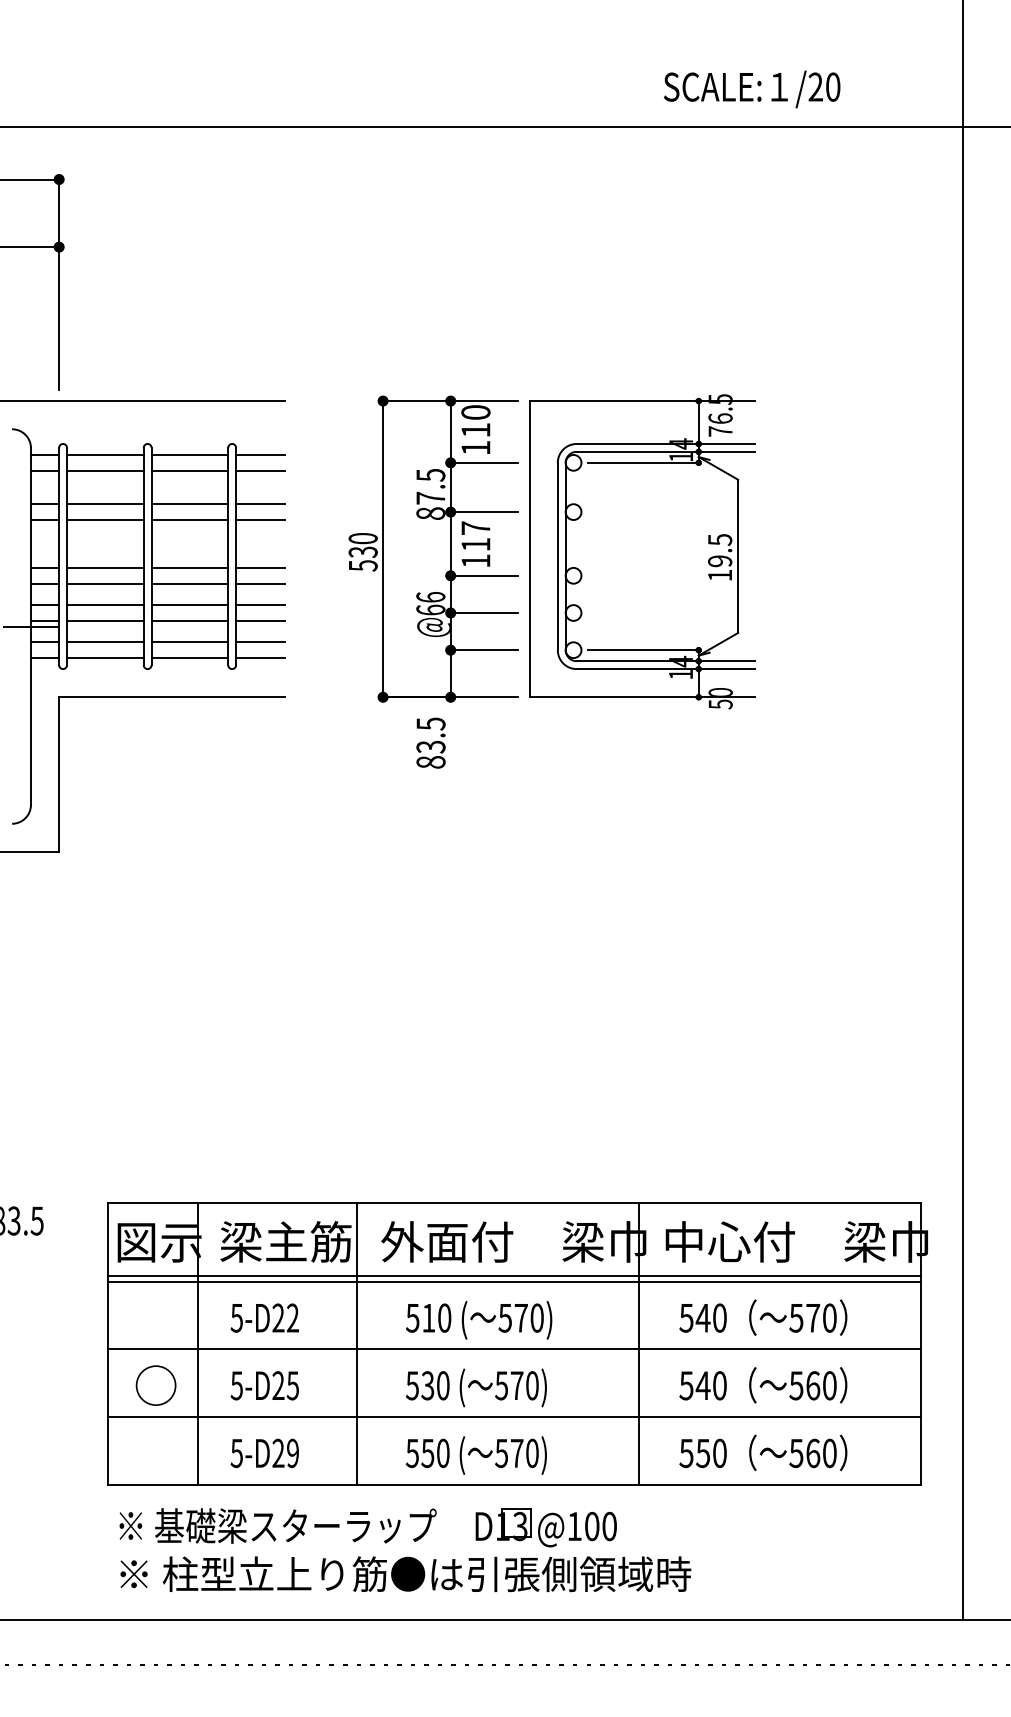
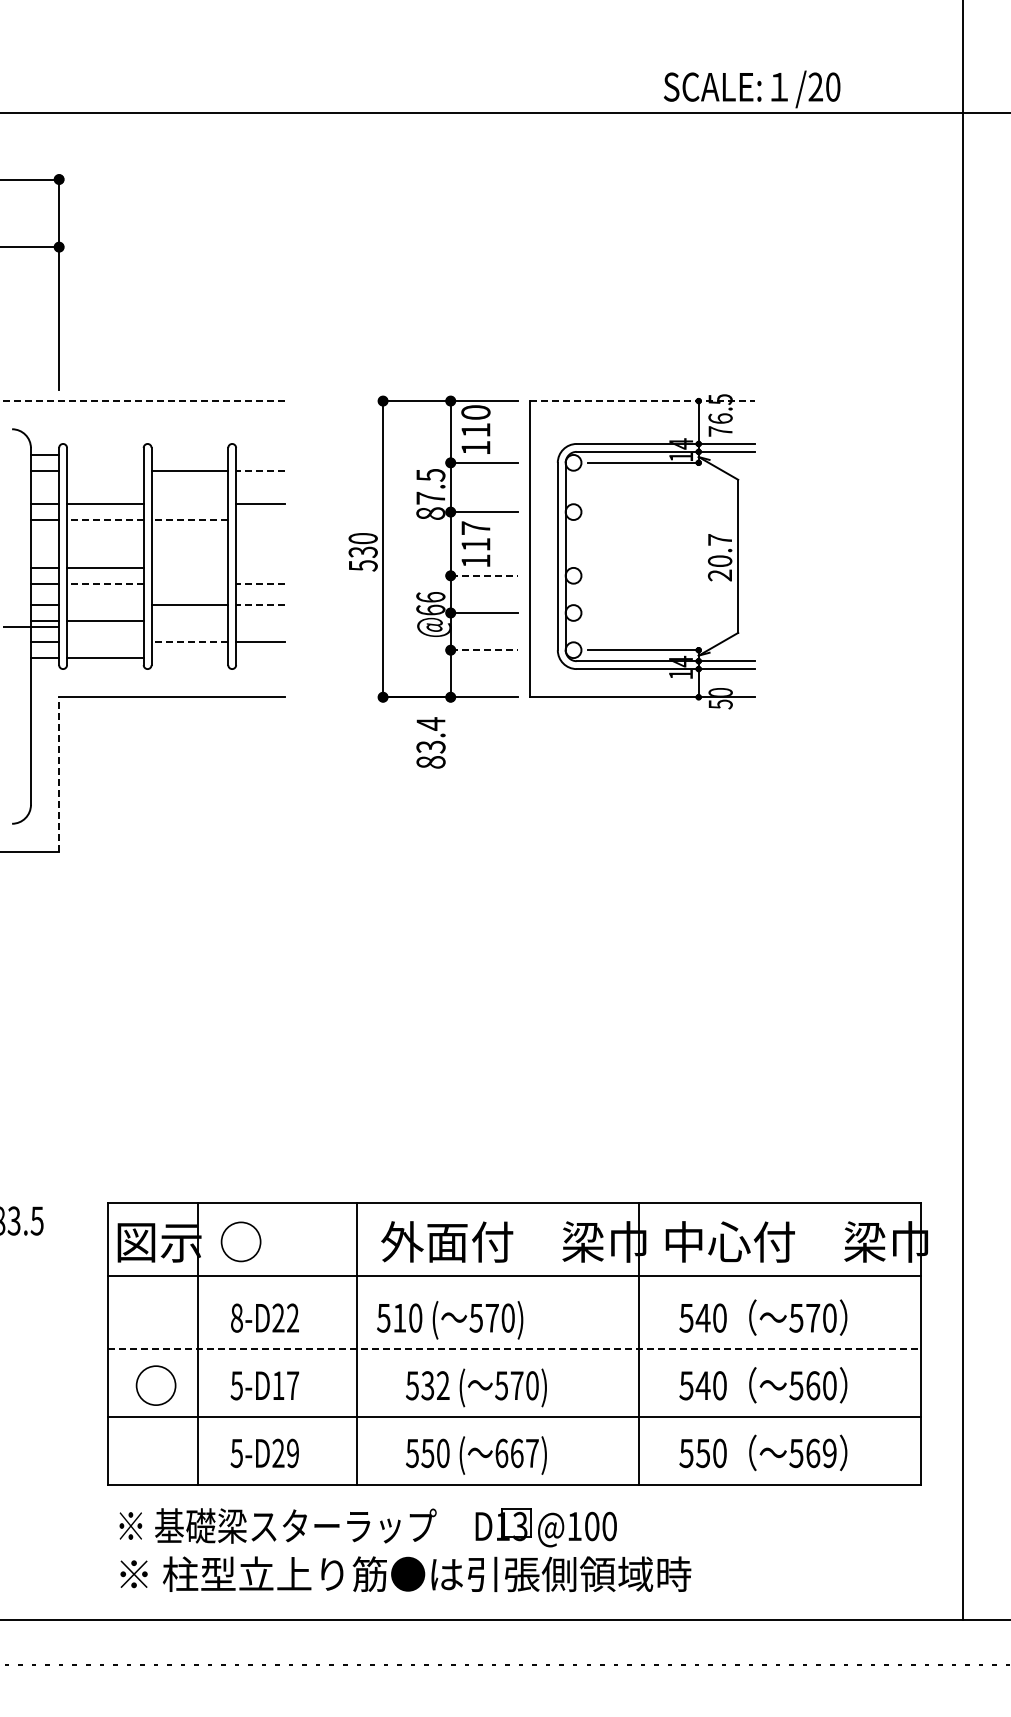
line at (504, 126) position: (504, 126) -> (504, 112)
line at (142, 401): solid -> dashed
line at (642, 401): solid -> dashed
line at (105, 454): present -> none
line at (189, 454): present -> none
line at (260, 454): present -> none
line at (105, 470): present -> none
line at (259, 470): solid -> dashed
line at (189, 504): present -> none
line at (104, 520): solid -> dashed
line at (189, 520): solid -> dashed
line at (260, 520): present -> none
text at (720, 557): 19.5 -> 20.7
line at (189, 567): present -> none
line at (260, 567): present -> none
line at (484, 575): solid -> dashed
line at (104, 583): solid -> dashed
line at (189, 583): present -> none
line at (259, 583): solid -> dashed
line at (105, 605): present -> none
line at (259, 605): solid -> dashed
line at (189, 620): present -> none
line at (260, 620): present -> none
line at (105, 642): present -> none
line at (189, 642): solid -> dashed
line at (484, 650): solid -> dashed
line at (189, 658): present -> none
line at (260, 658): present -> none
text at (430, 723): 83.5 -> 83.4
line at (59, 774): solid -> dashed
text at (285, 1241): 梁主筋 -> ○
line at (514, 1281): present -> none
text at (236, 1317): 5-D22 -> 8-D22
text at (479, 1320) position: (479, 1320) -> (450, 1320)
line at (514, 1349): solid -> dashed
text at (285, 1385): 5-D25 -> 5-D17
text at (442, 1385): 530 -> 532
text at (516, 1453): 570) -> 667)
text at (829, 1453): 560 -> 569
